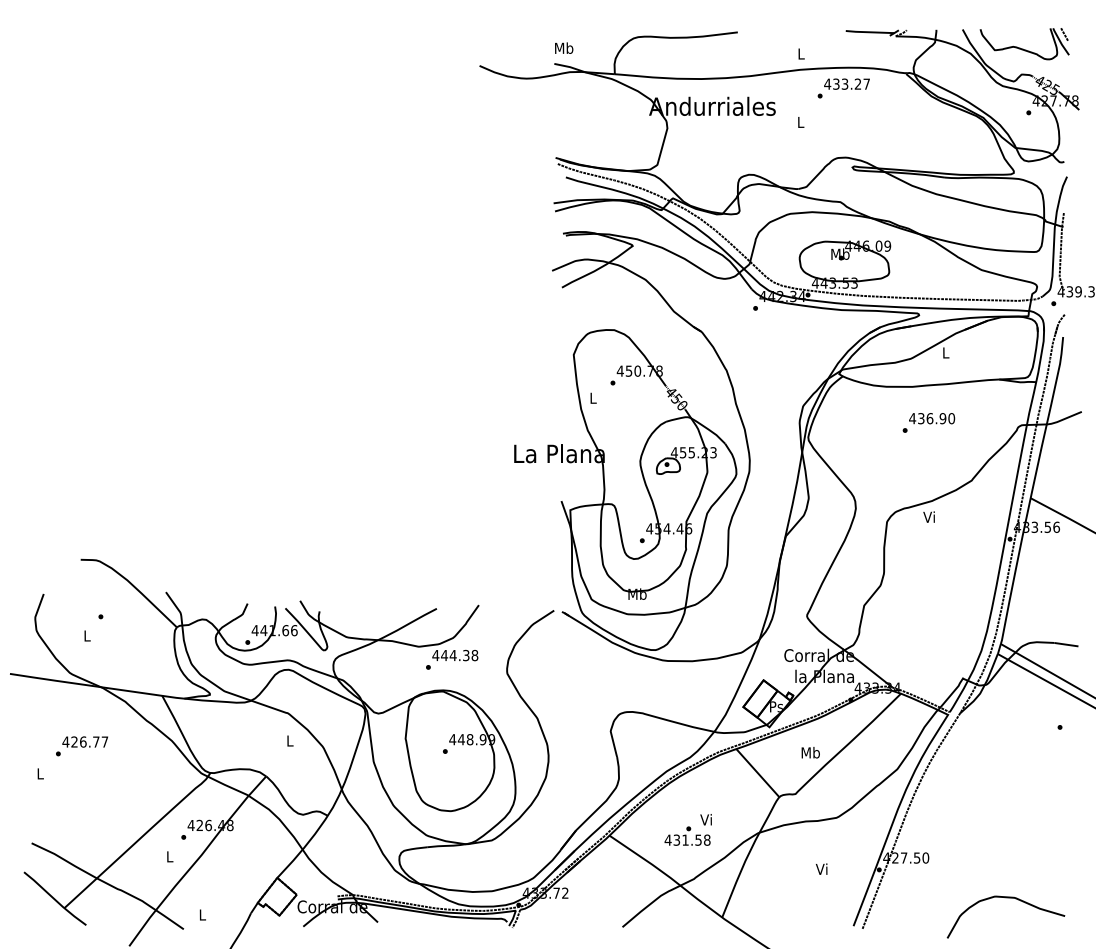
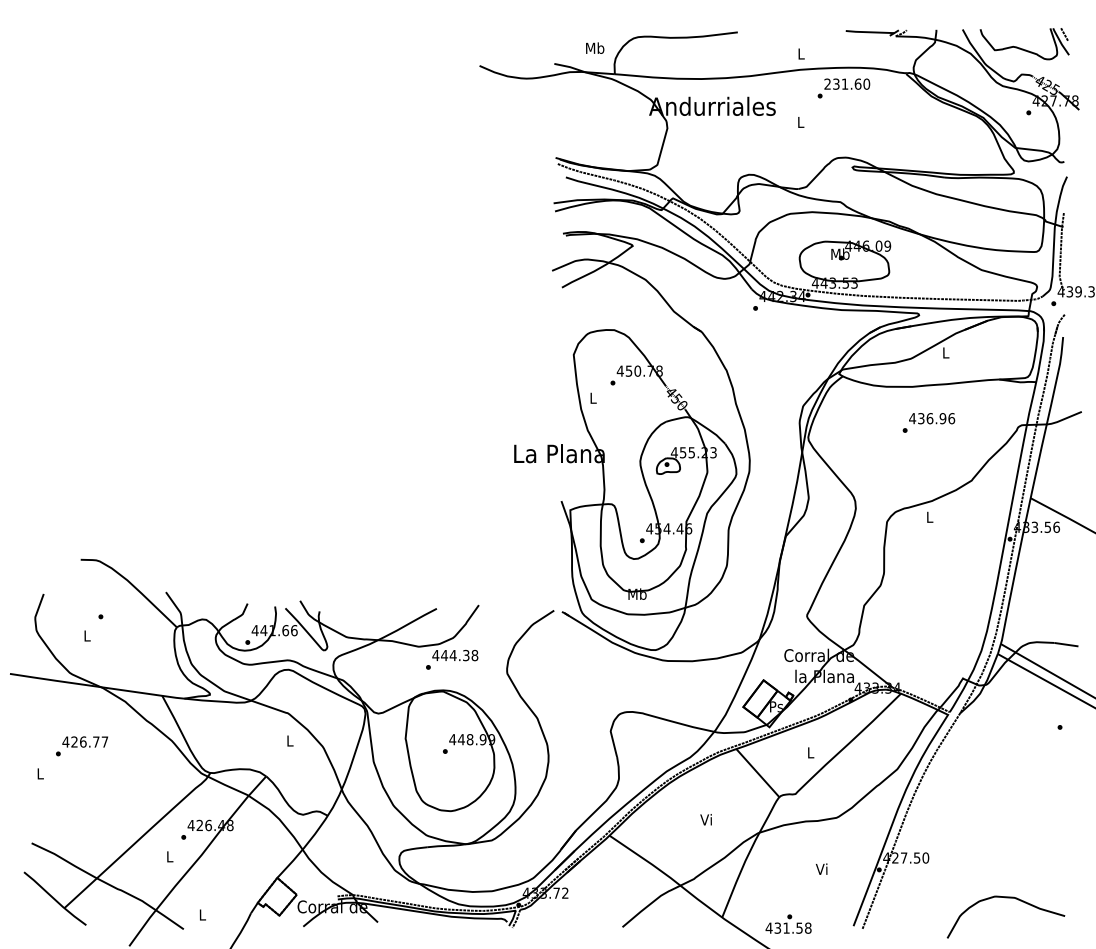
text at (564, 47) position: (564, 47) -> (595, 47)
text at (847, 83): 433.27 -> 231.60
text at (951, 418): 436.90 -> 436.96
text at (928, 516): Vi -> L
text at (810, 752): Mb -> L
text at (687, 835) position: (687, 835) -> (788, 923)
